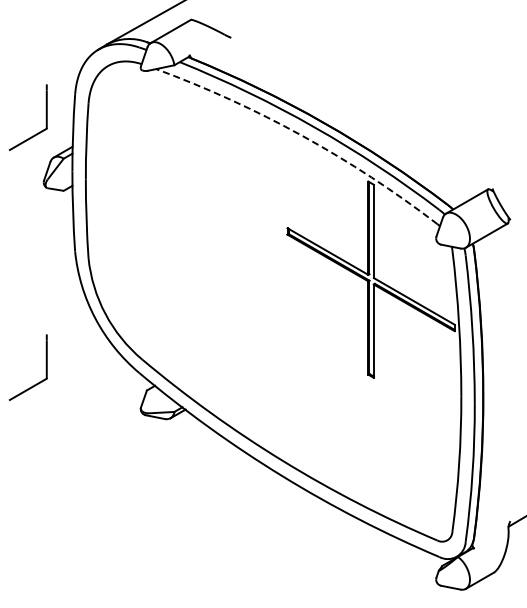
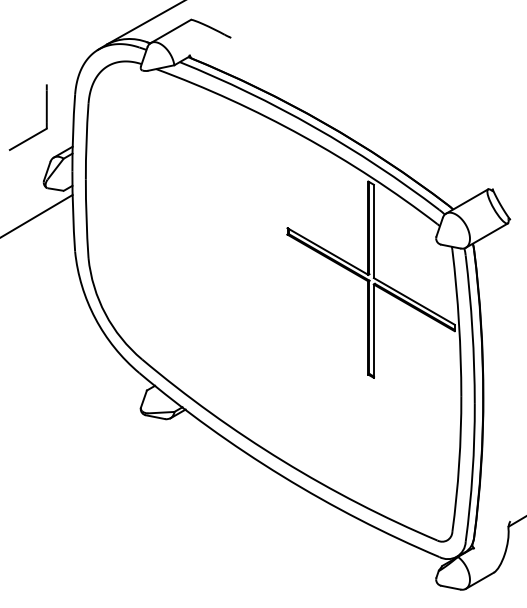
arc at (302, 136): dashed -> solid
line at (37, 215): none -> present
part at (45, 367): present -> none
